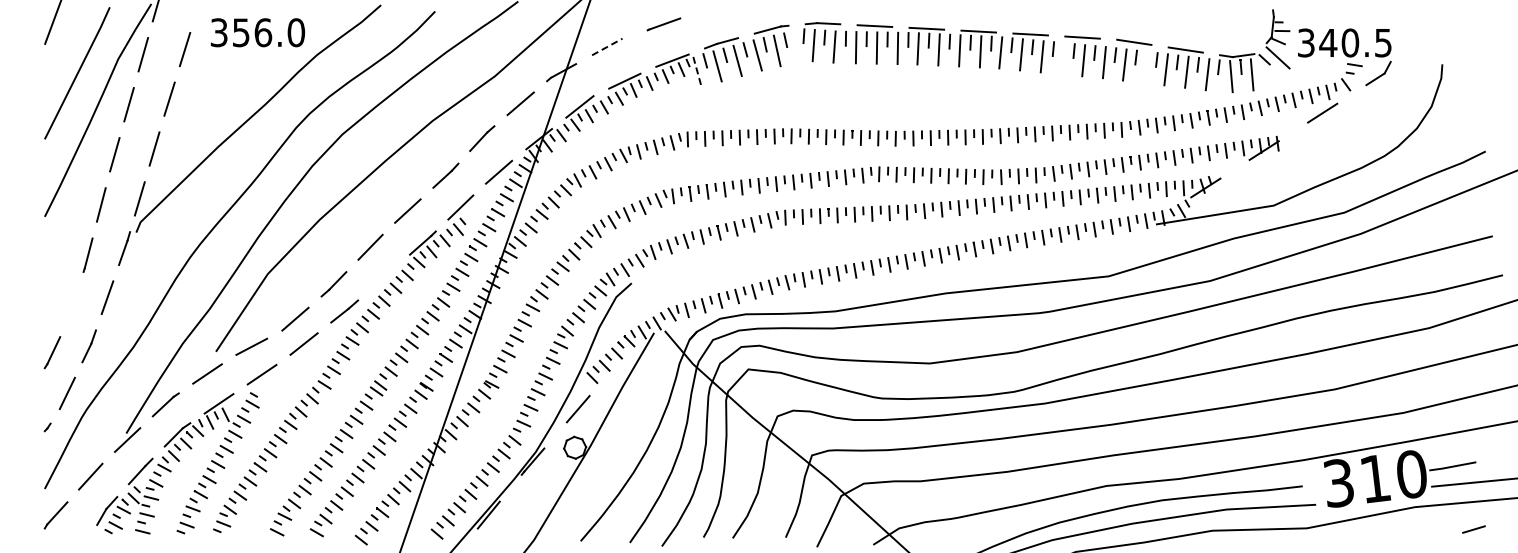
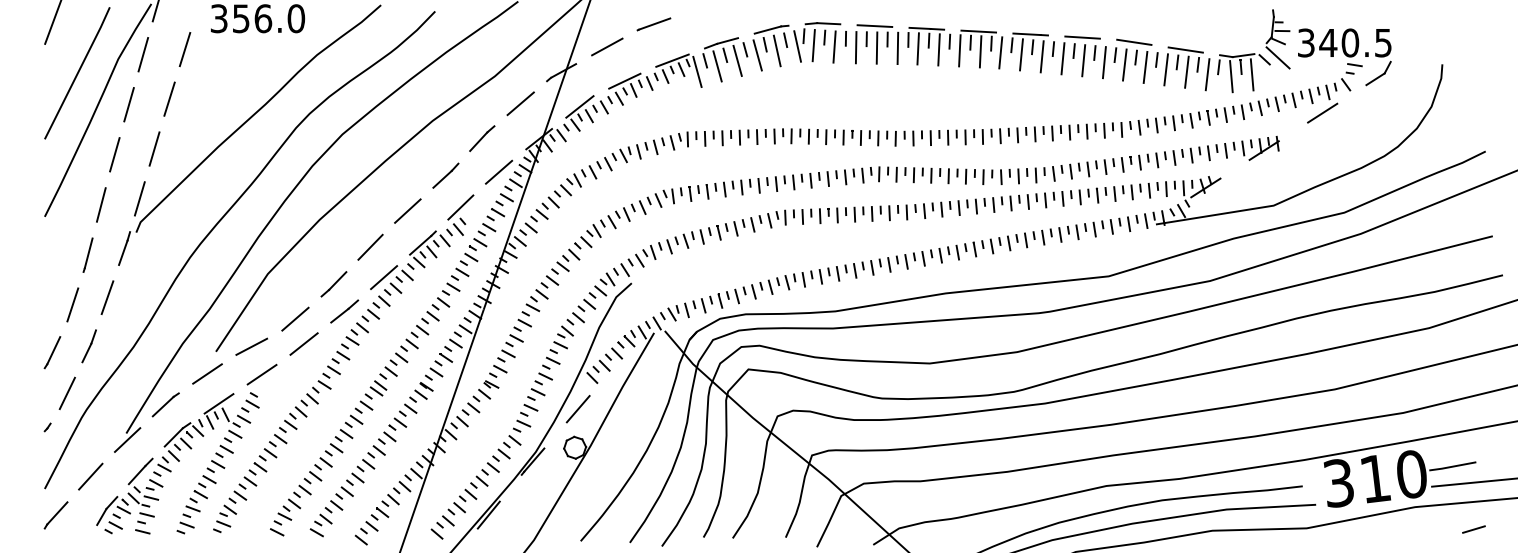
line at (663, 24) position: (663, 24) -> (653, 24)
text at (258, 32) position: (258, 32) -> (258, 18)
line at (607, 46): dashed -> solid
line at (797, 46): none -> present
line at (1062, 58): none -> present
line at (1145, 66): none -> present
line at (697, 71): dashed -> solid
line at (384, 277): none -> present
line at (72, 304): none -> present
